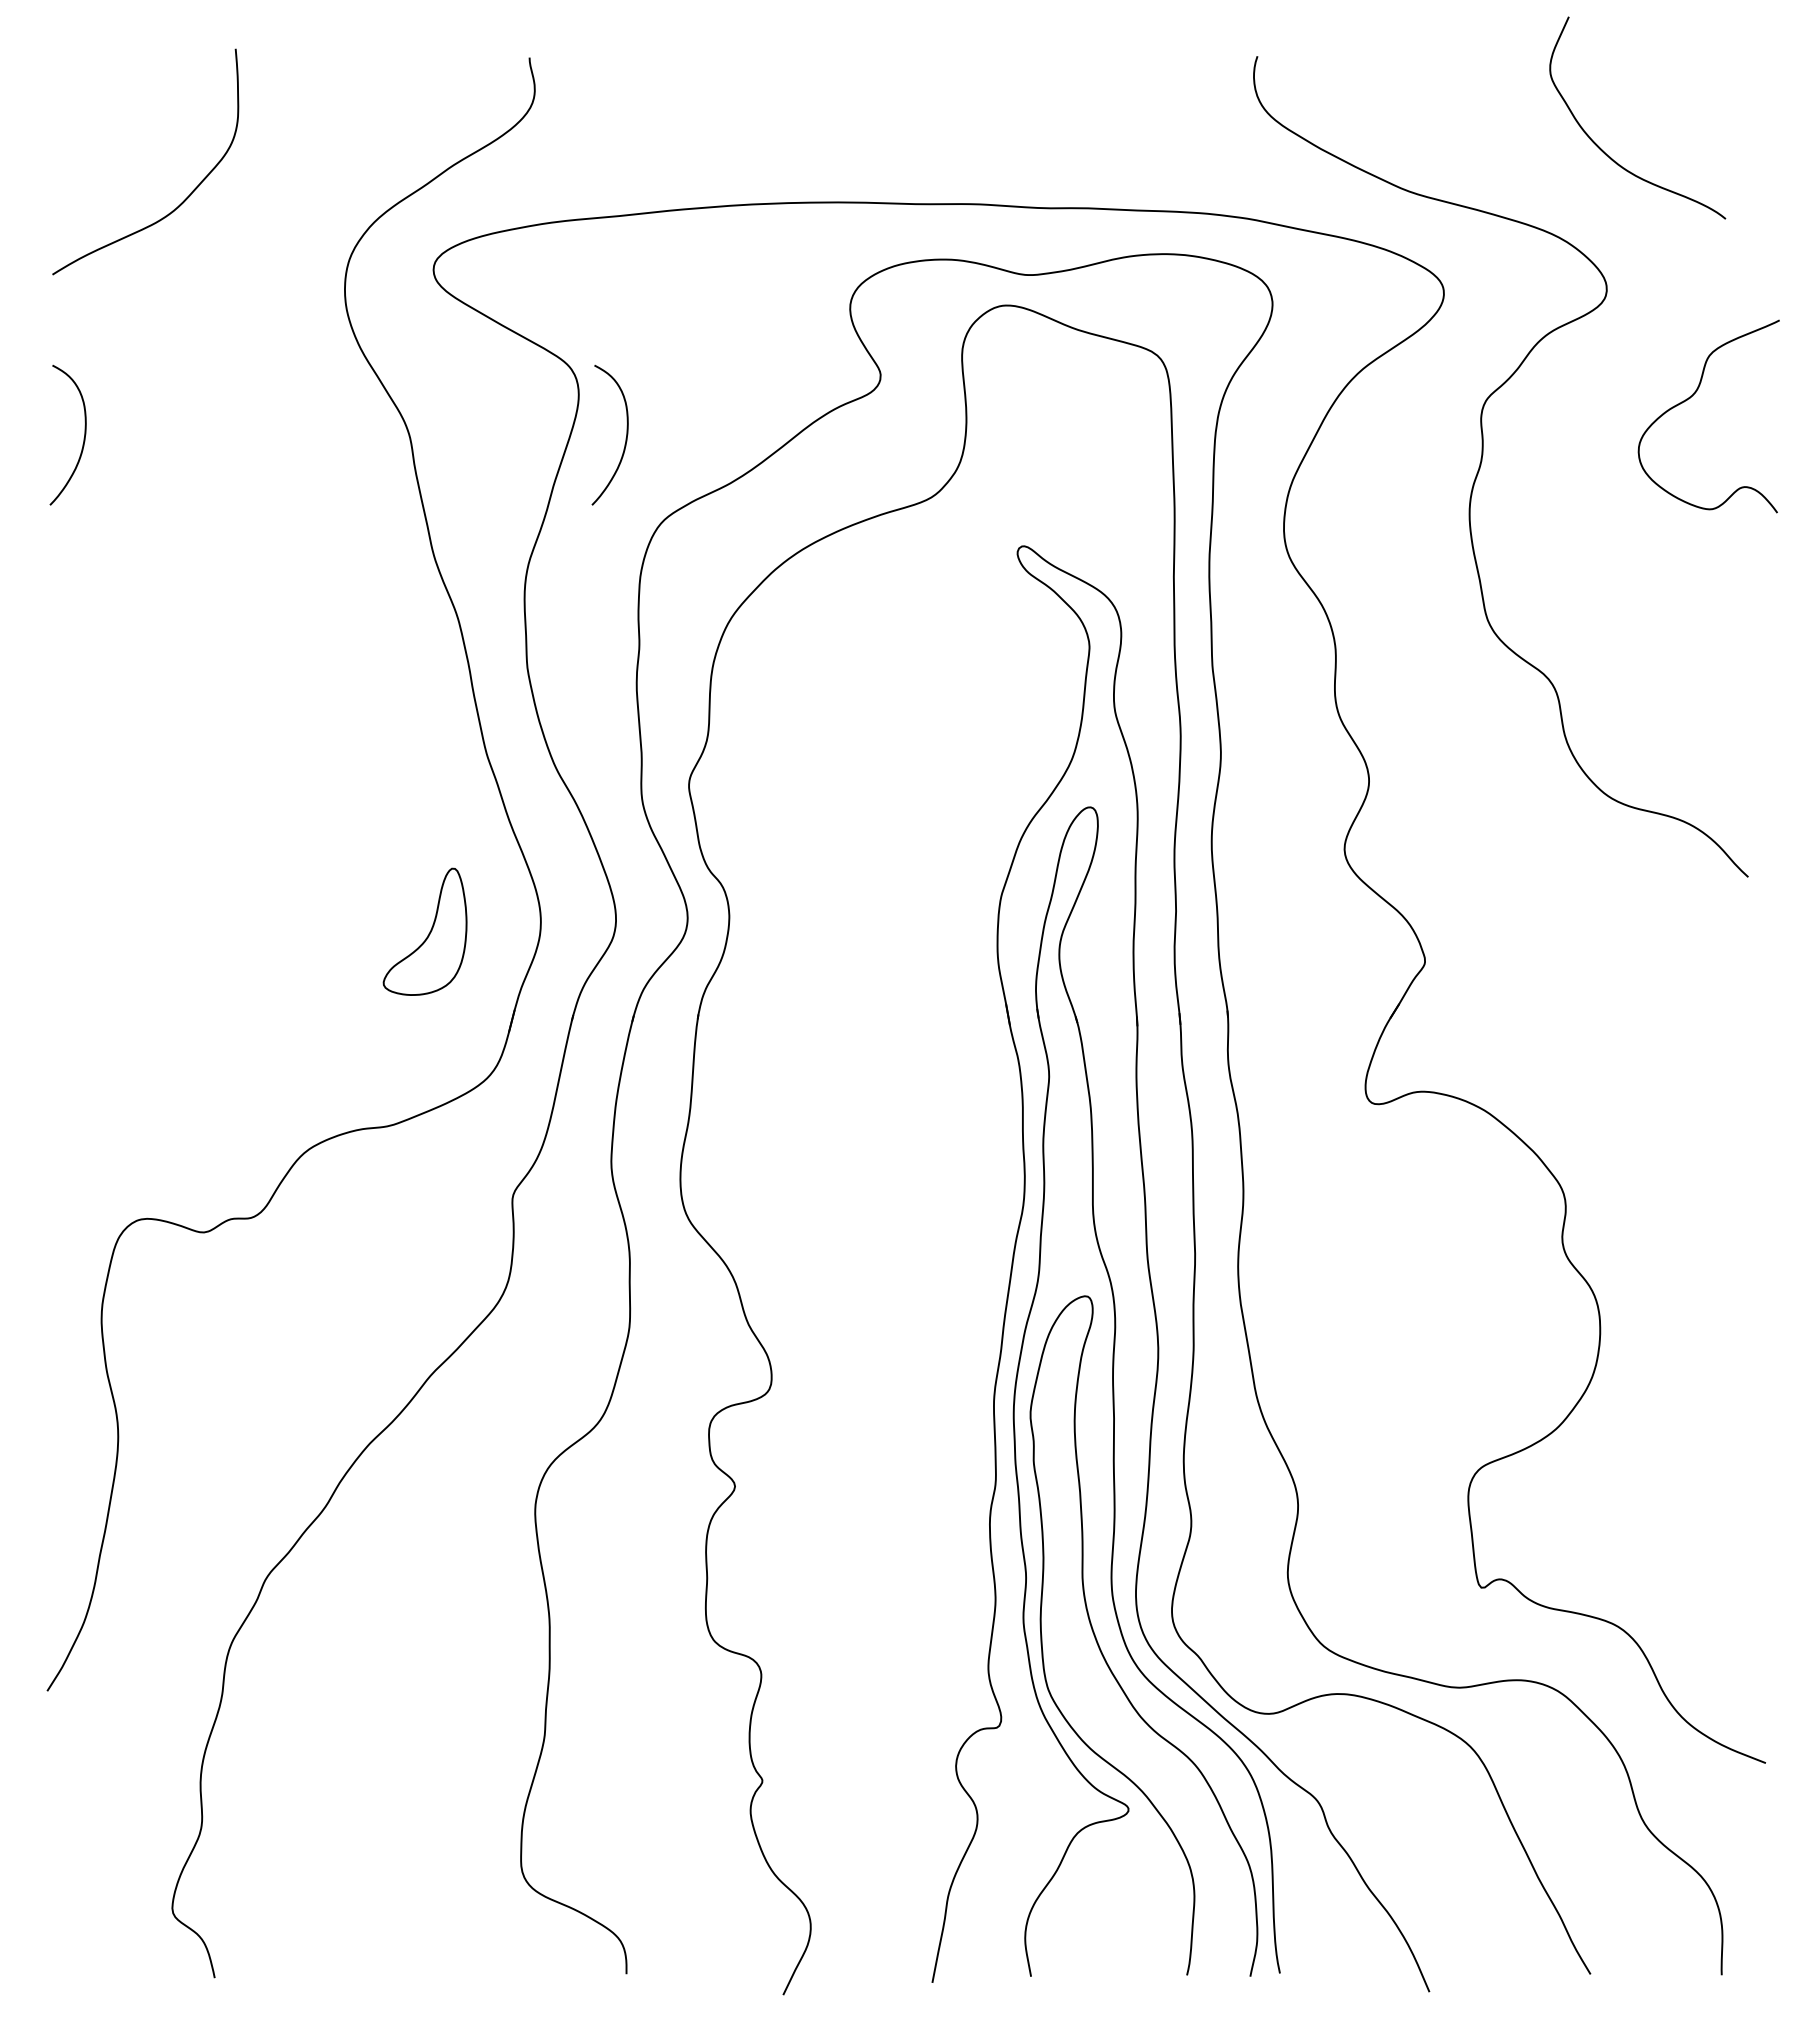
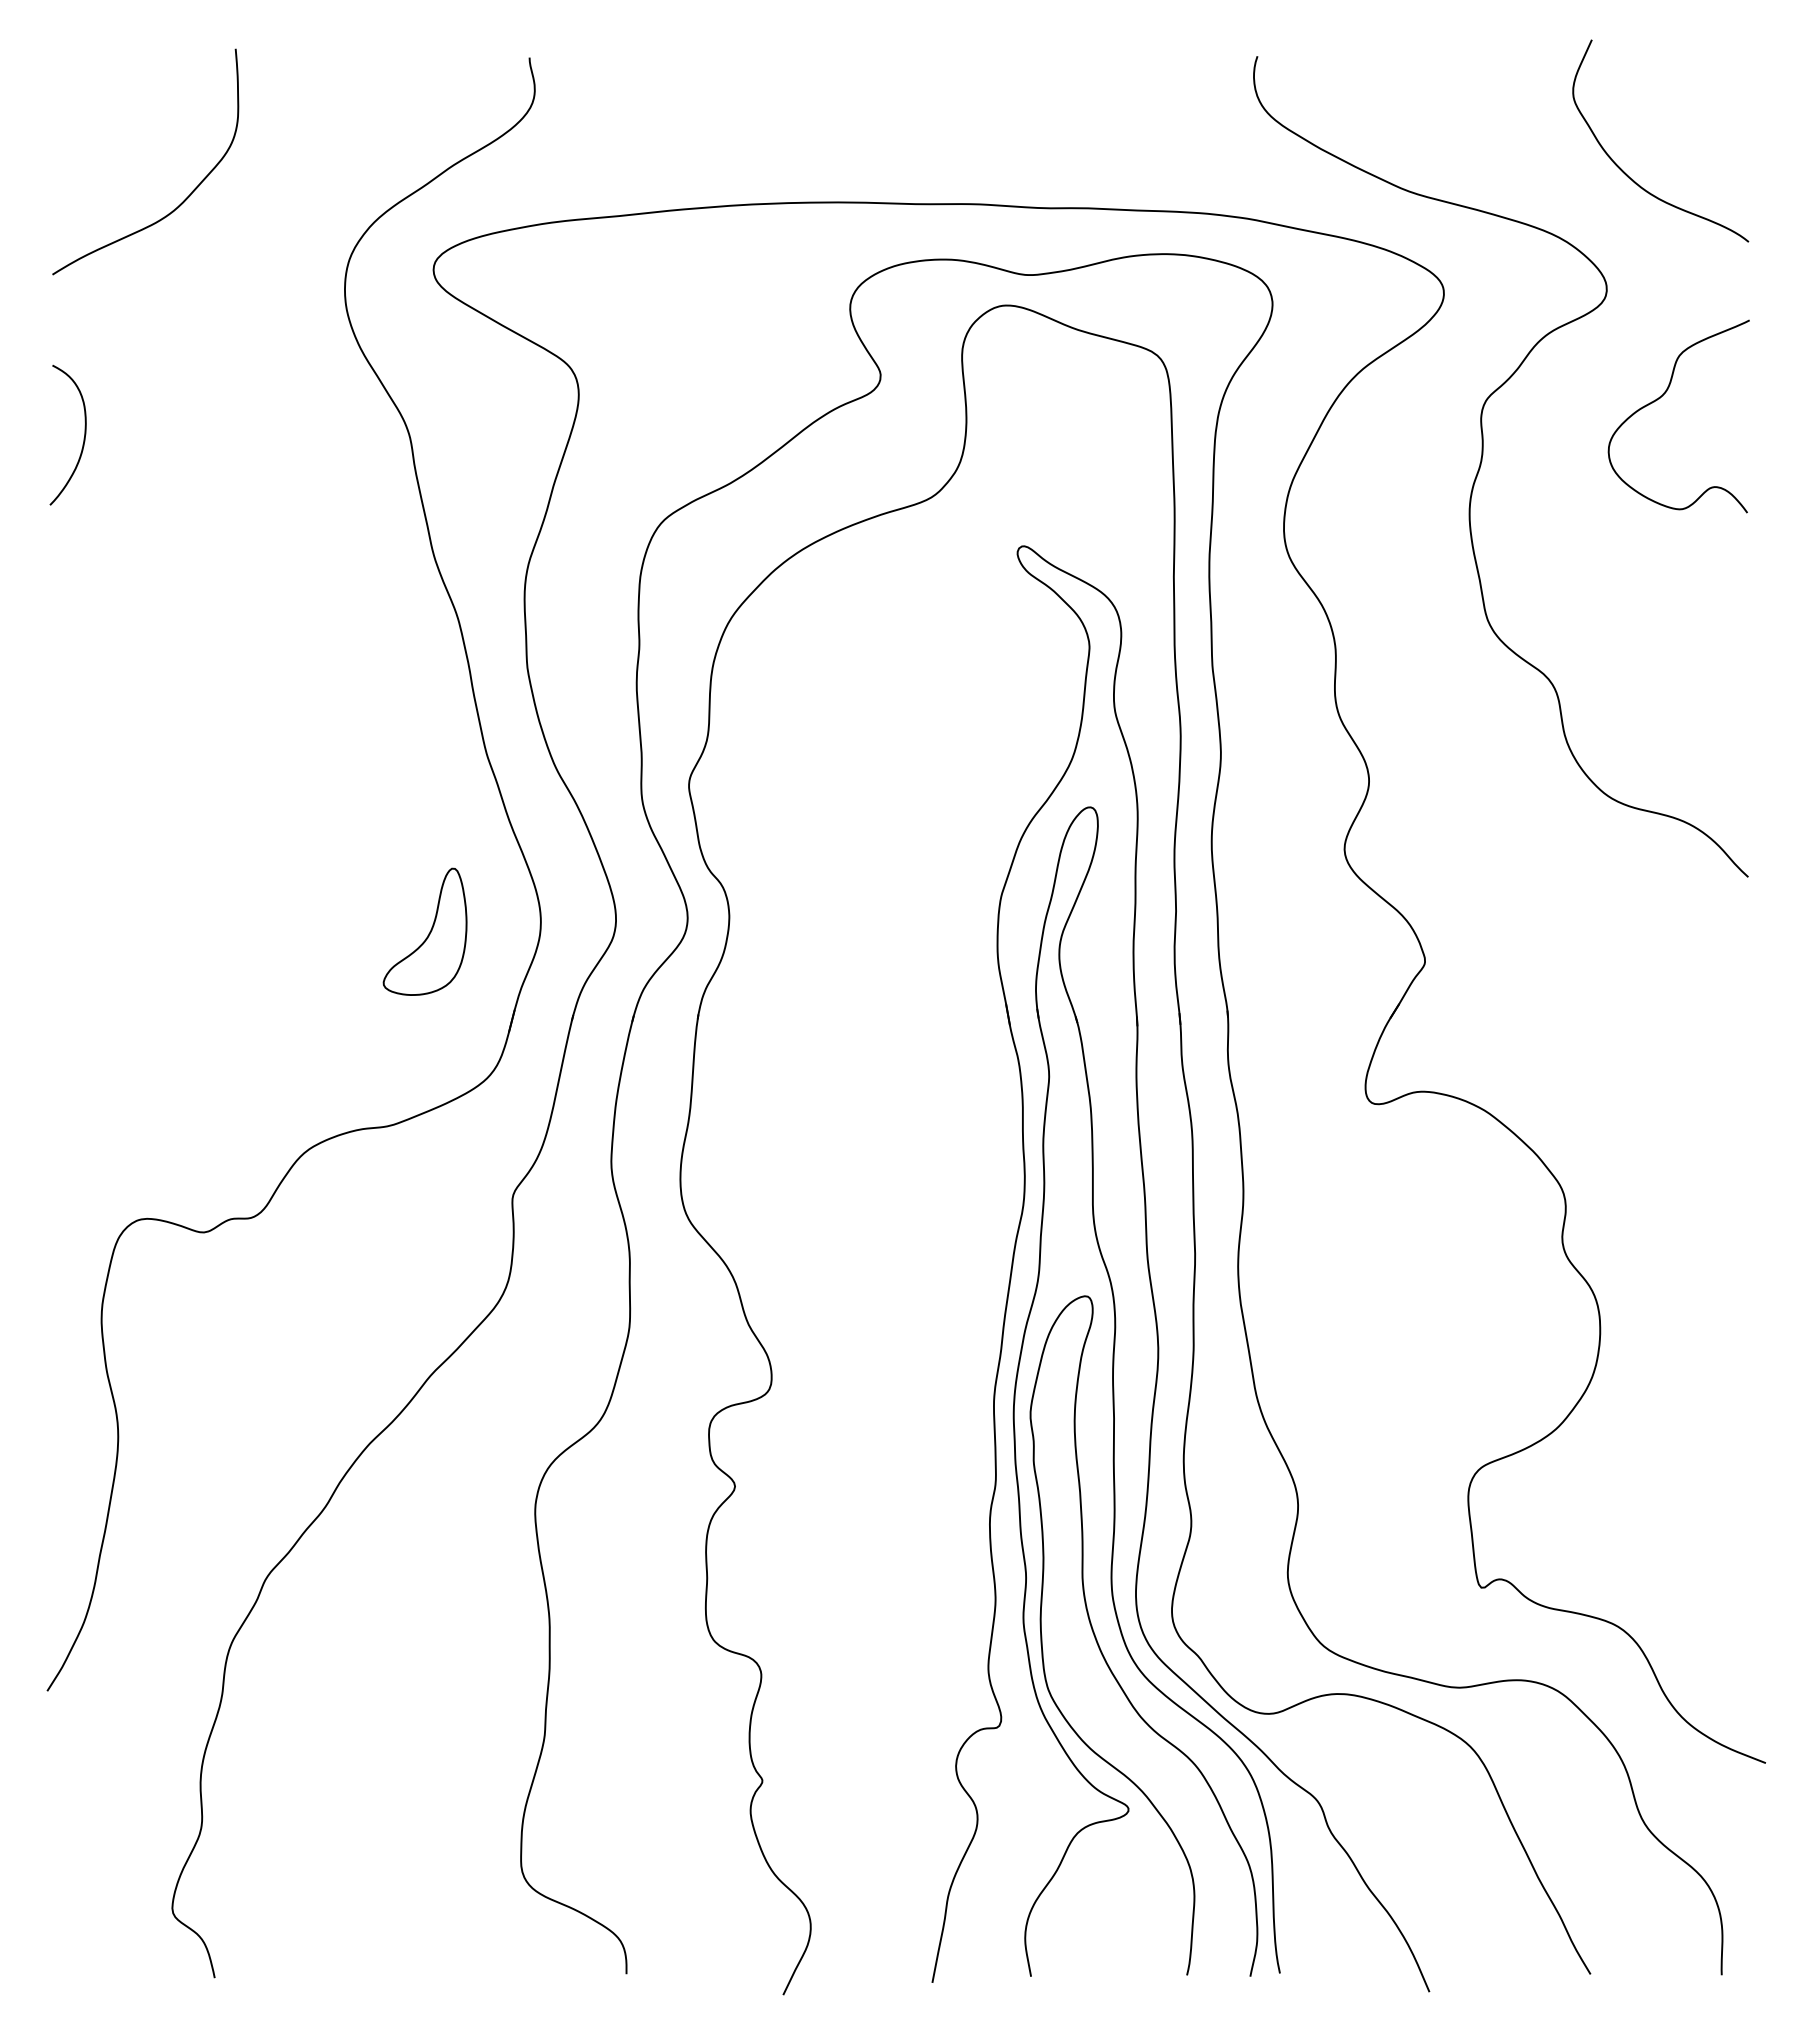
curve at (1603, 150) position: (1603, 150) -> (1626, 173)
curve at (1690, 398) position: (1690, 398) -> (1660, 398)
curve at (625, 438): present -> none
